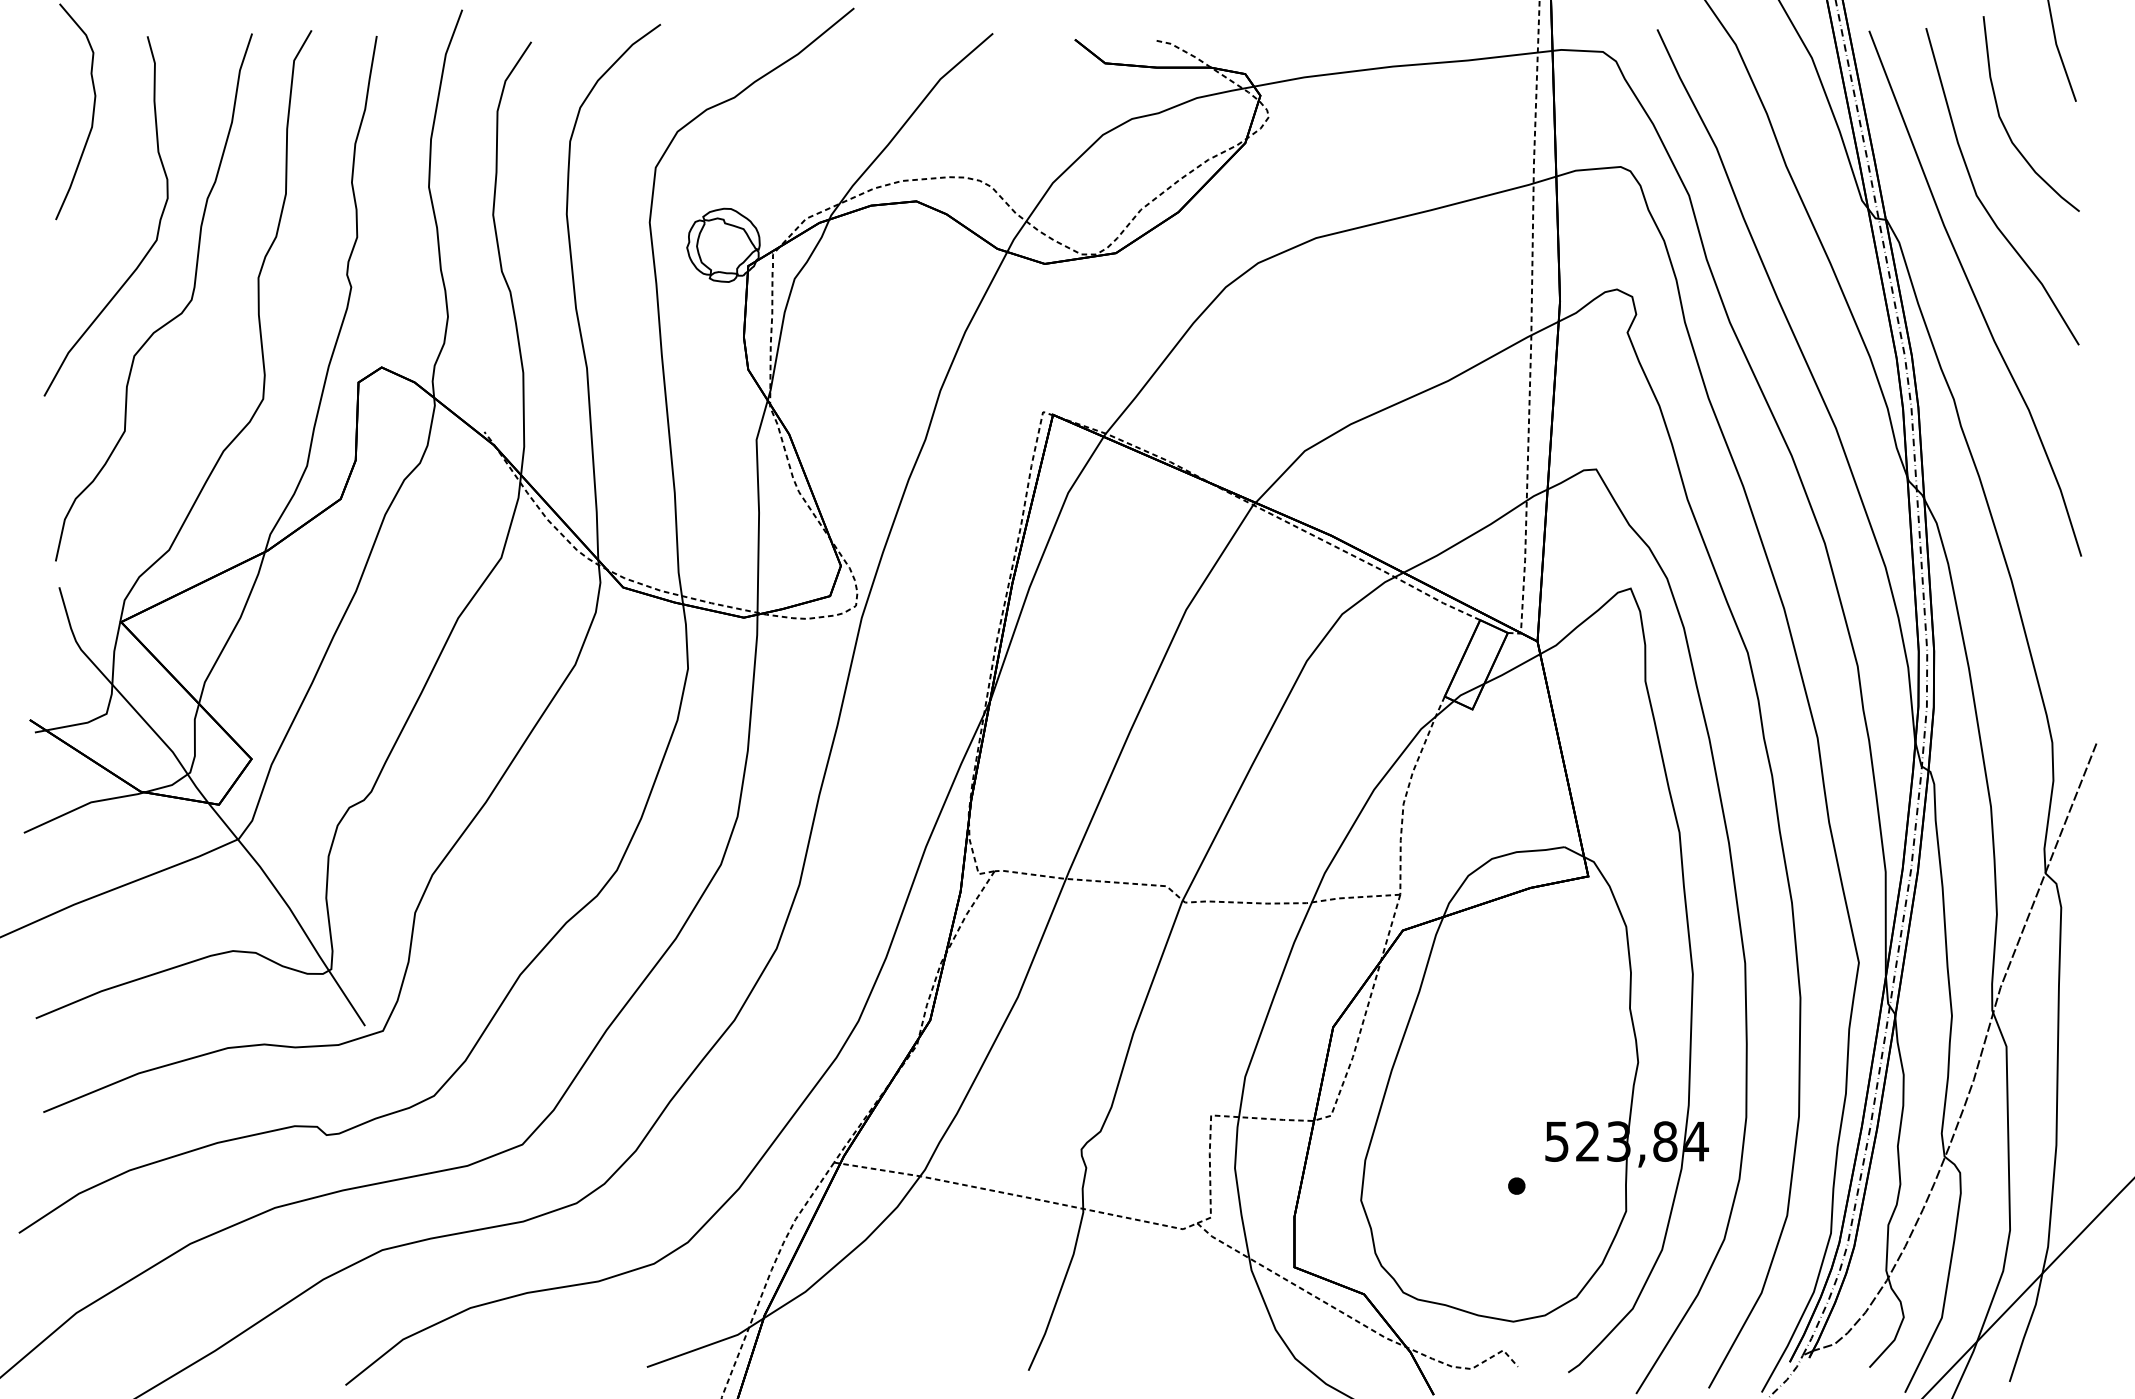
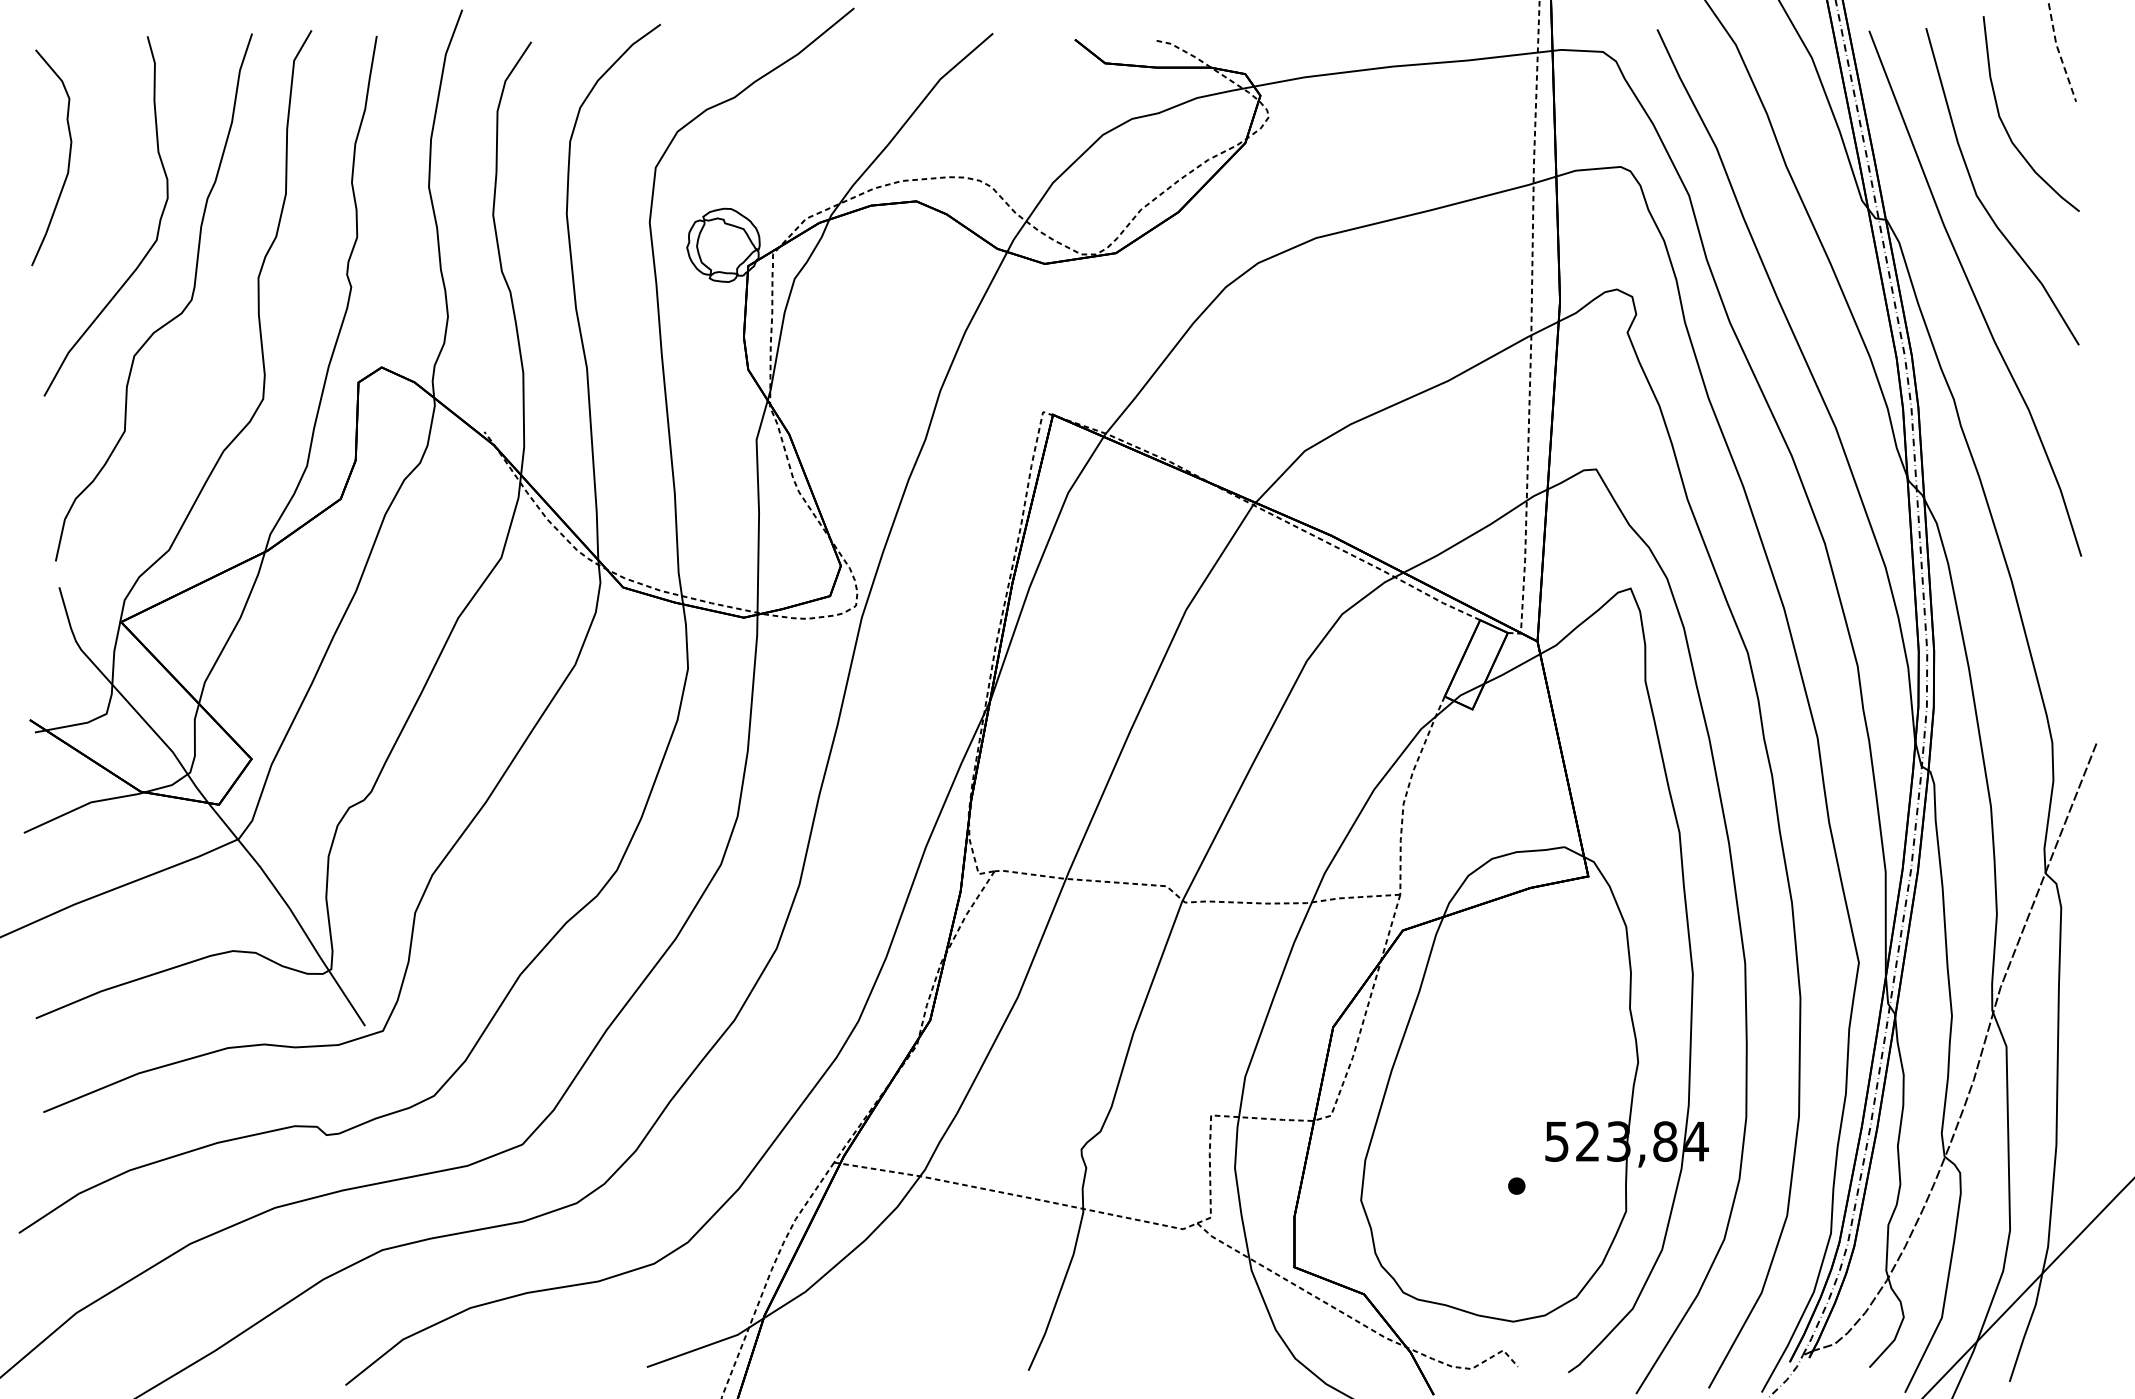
line at (2058, 51): solid -> dashed
curve at (92, 111) position: (92, 111) -> (68, 157)
